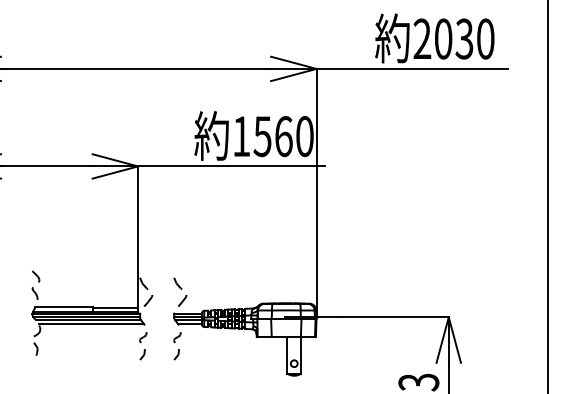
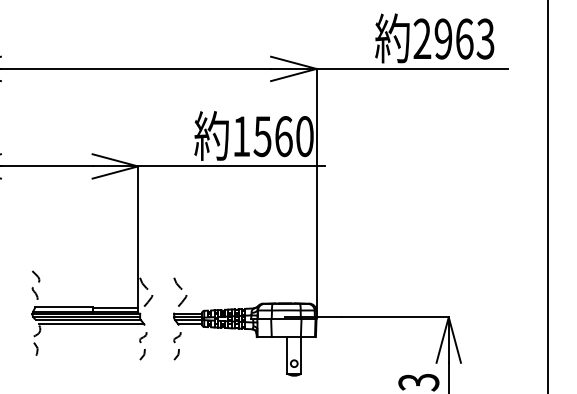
text at (464, 38): 2030 -> 2963
